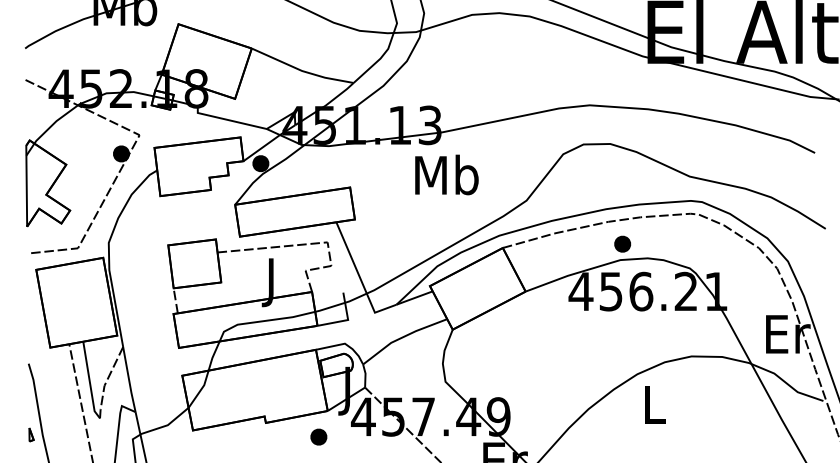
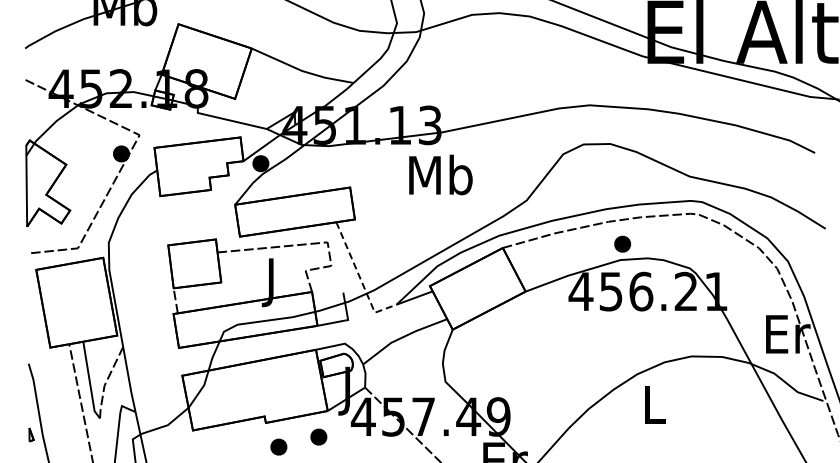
text at (446, 174) position: (446, 174) -> (440, 174)
line at (360, 278): solid -> dashed
part at (278, 446): none -> present
